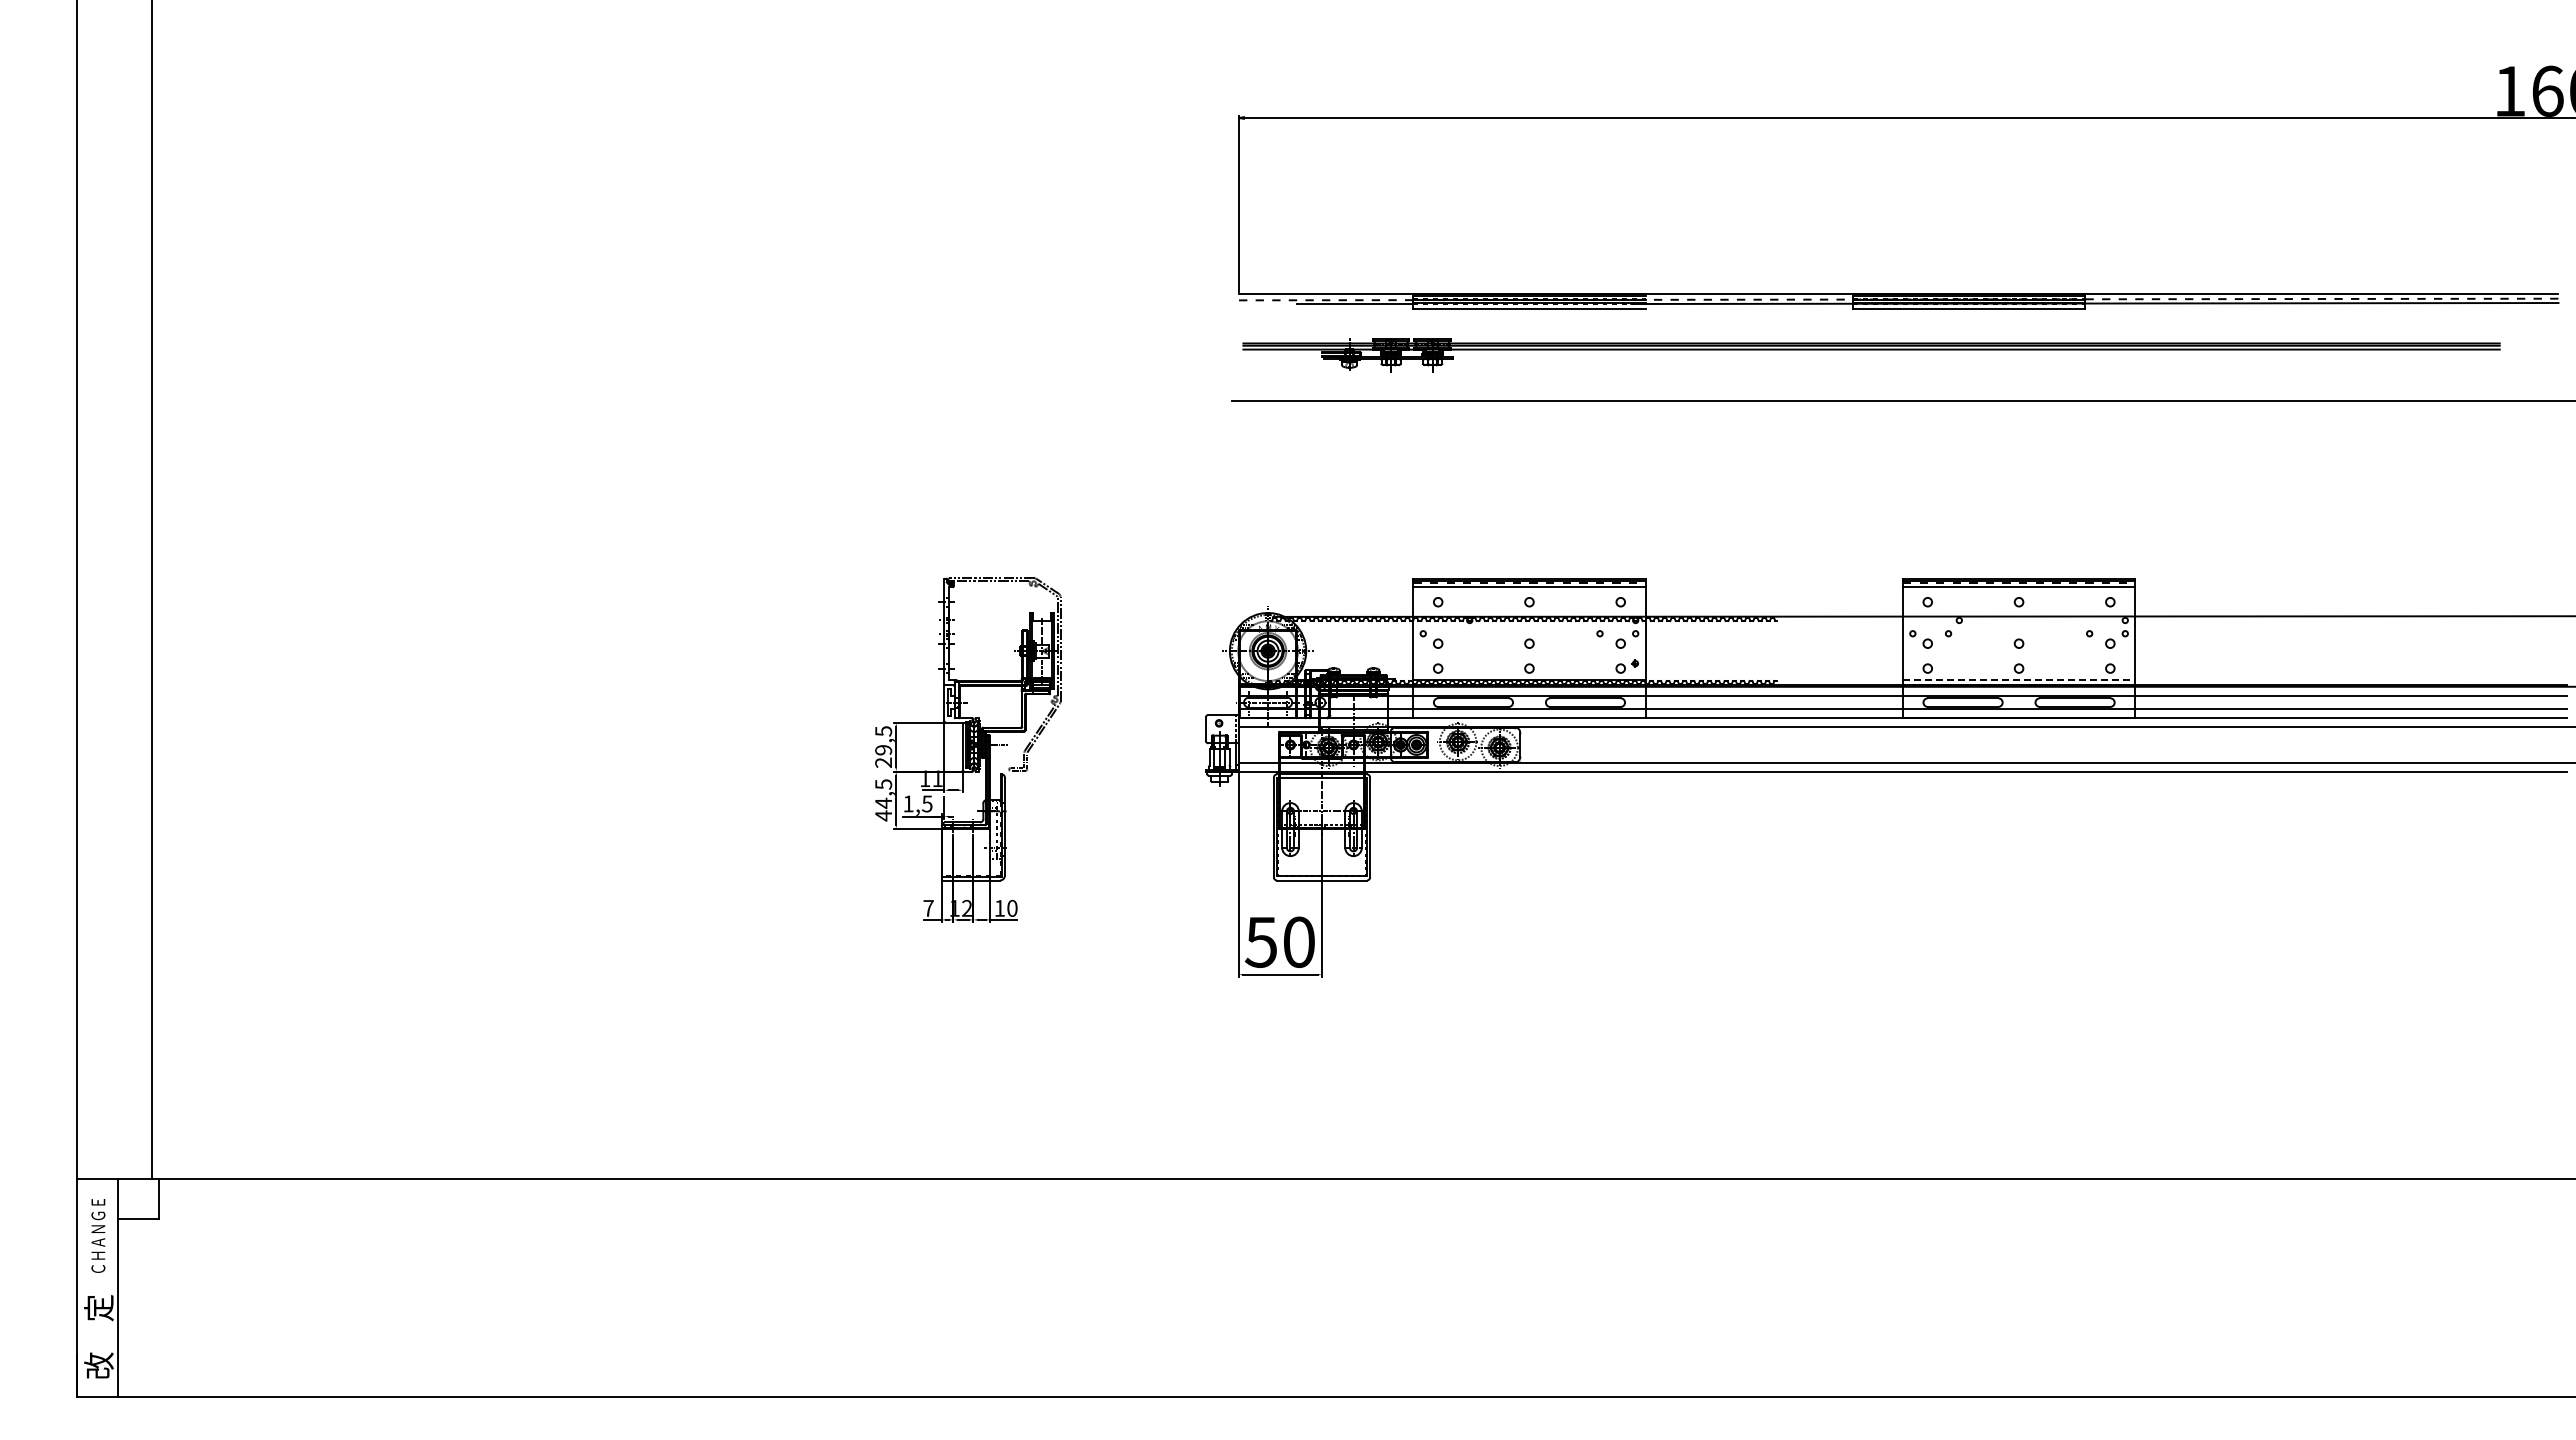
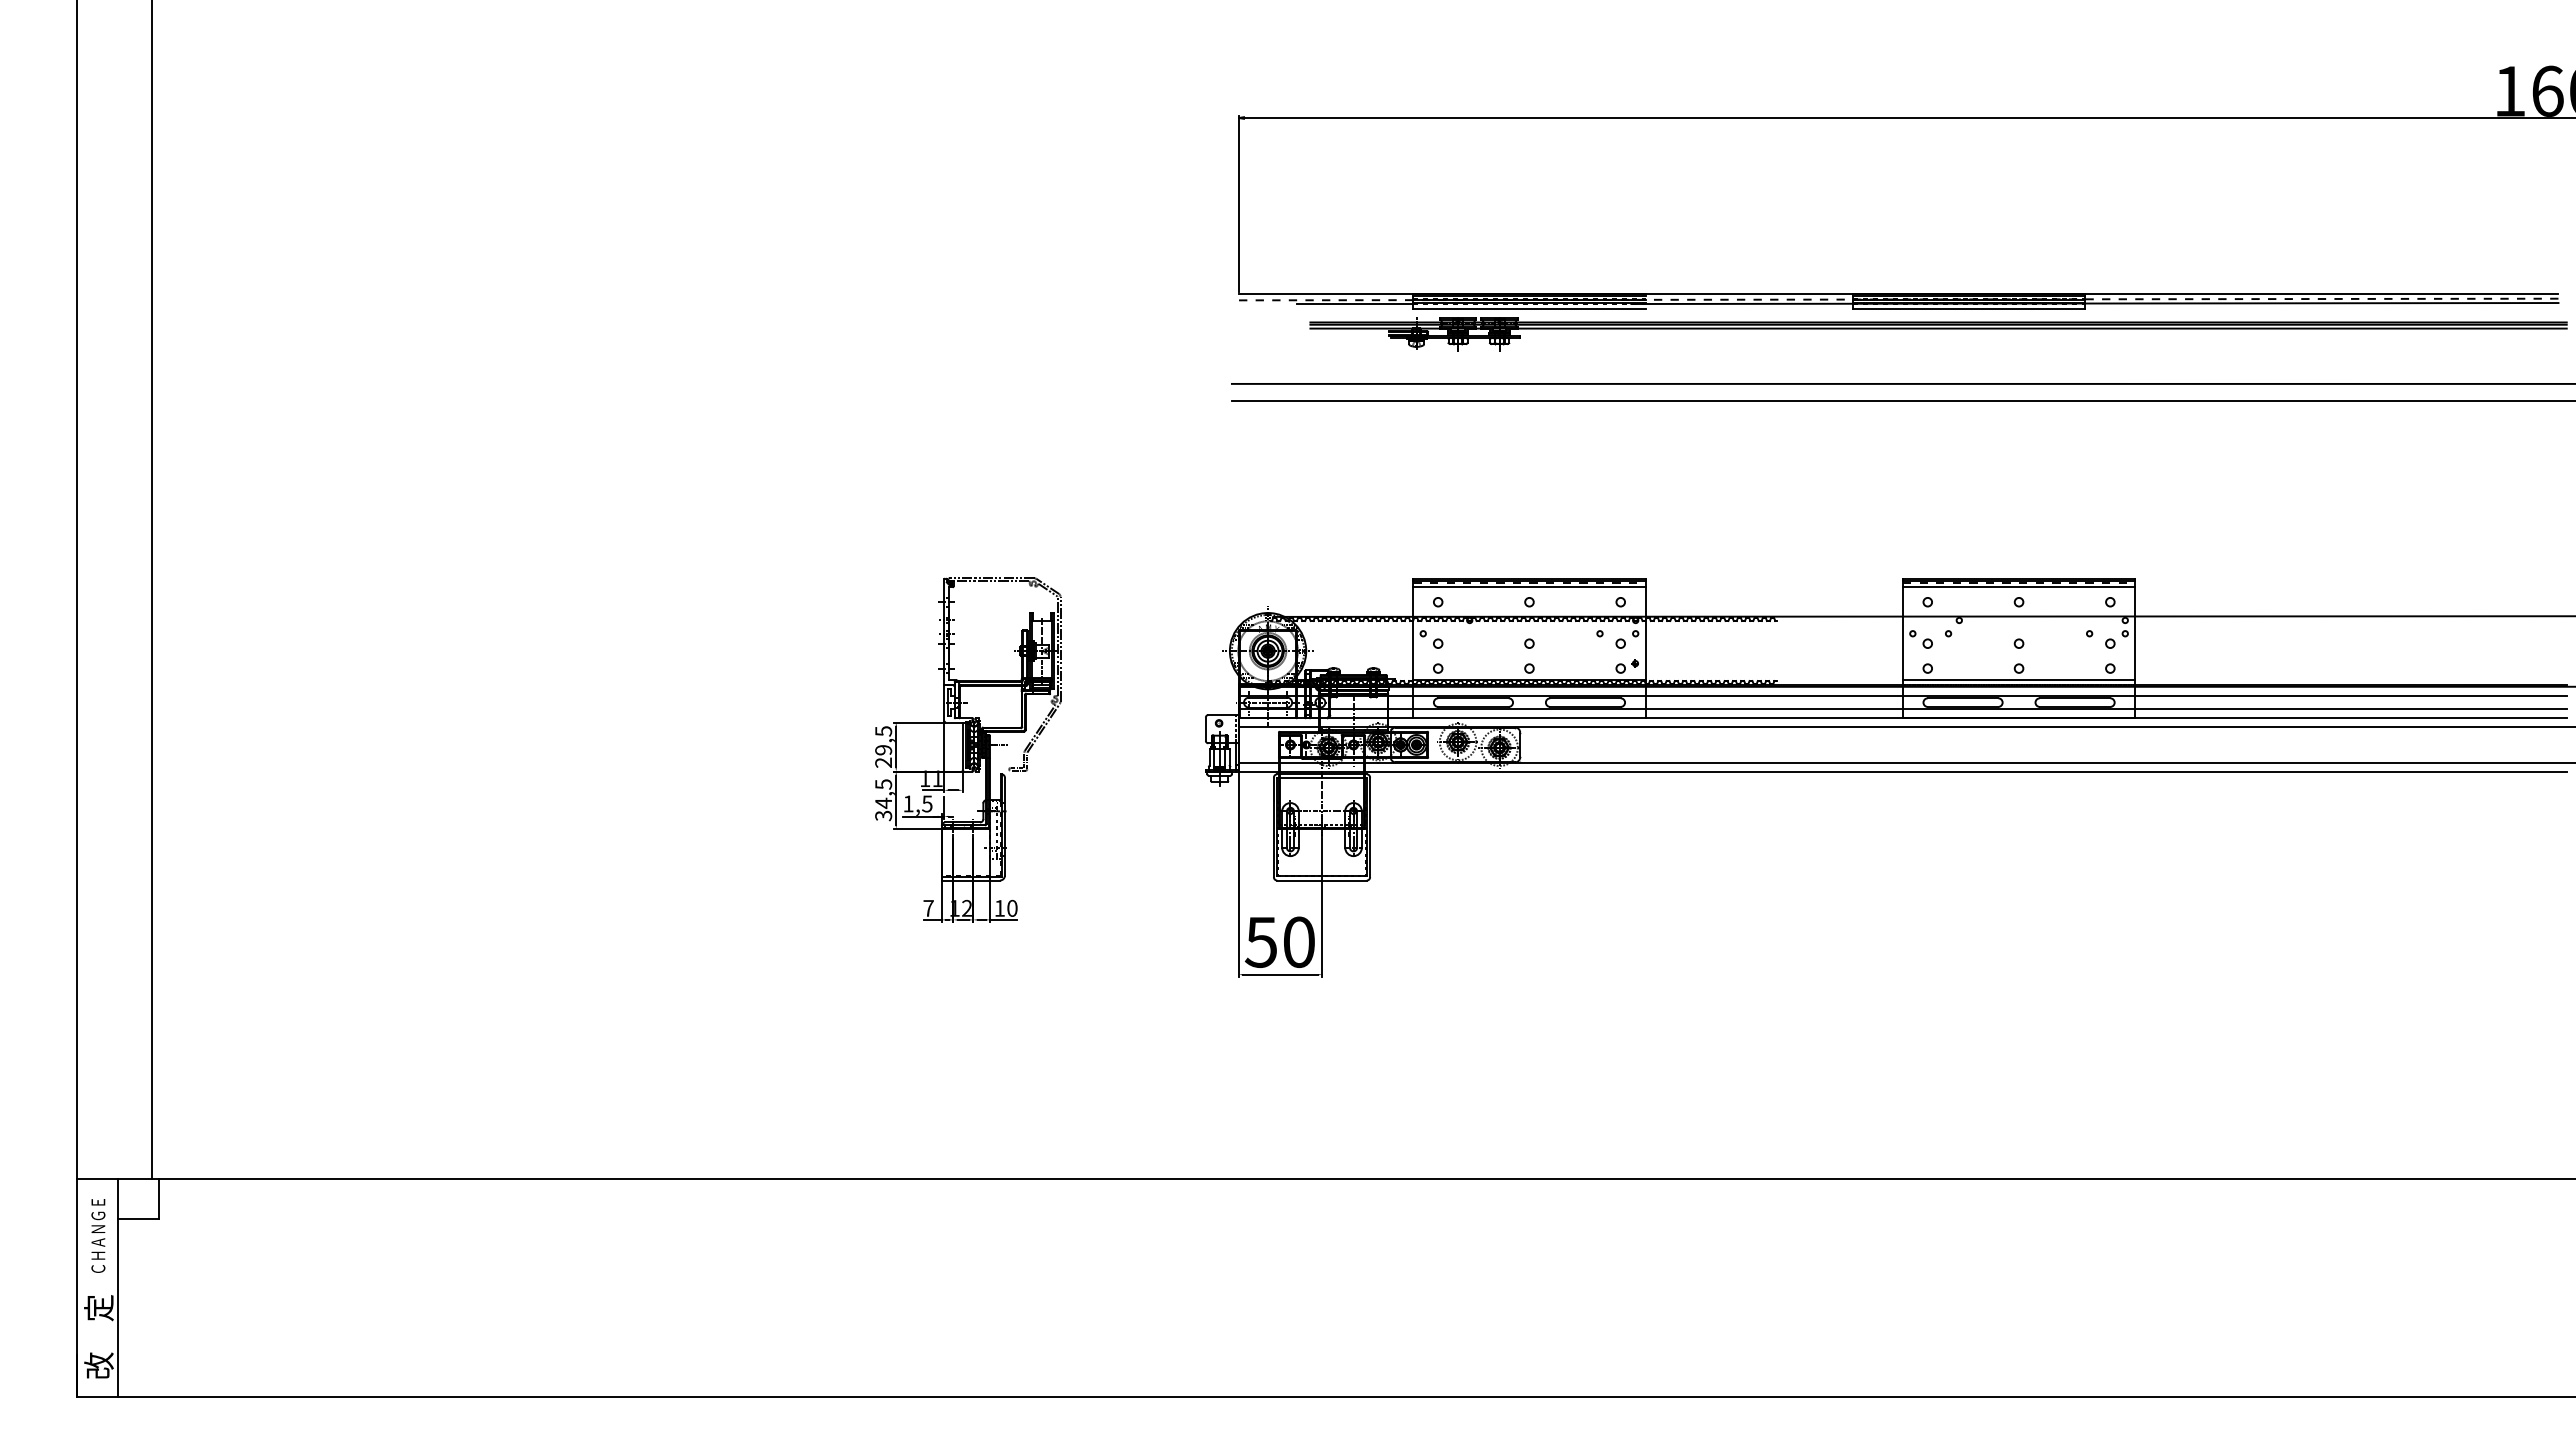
part at (1871, 355) position: (1871, 355) -> (1938, 334)
line at (1901, 383): none -> present
line at (2019, 680): dashed -> solid
text at (883, 815): 44,5 -> 34,5
